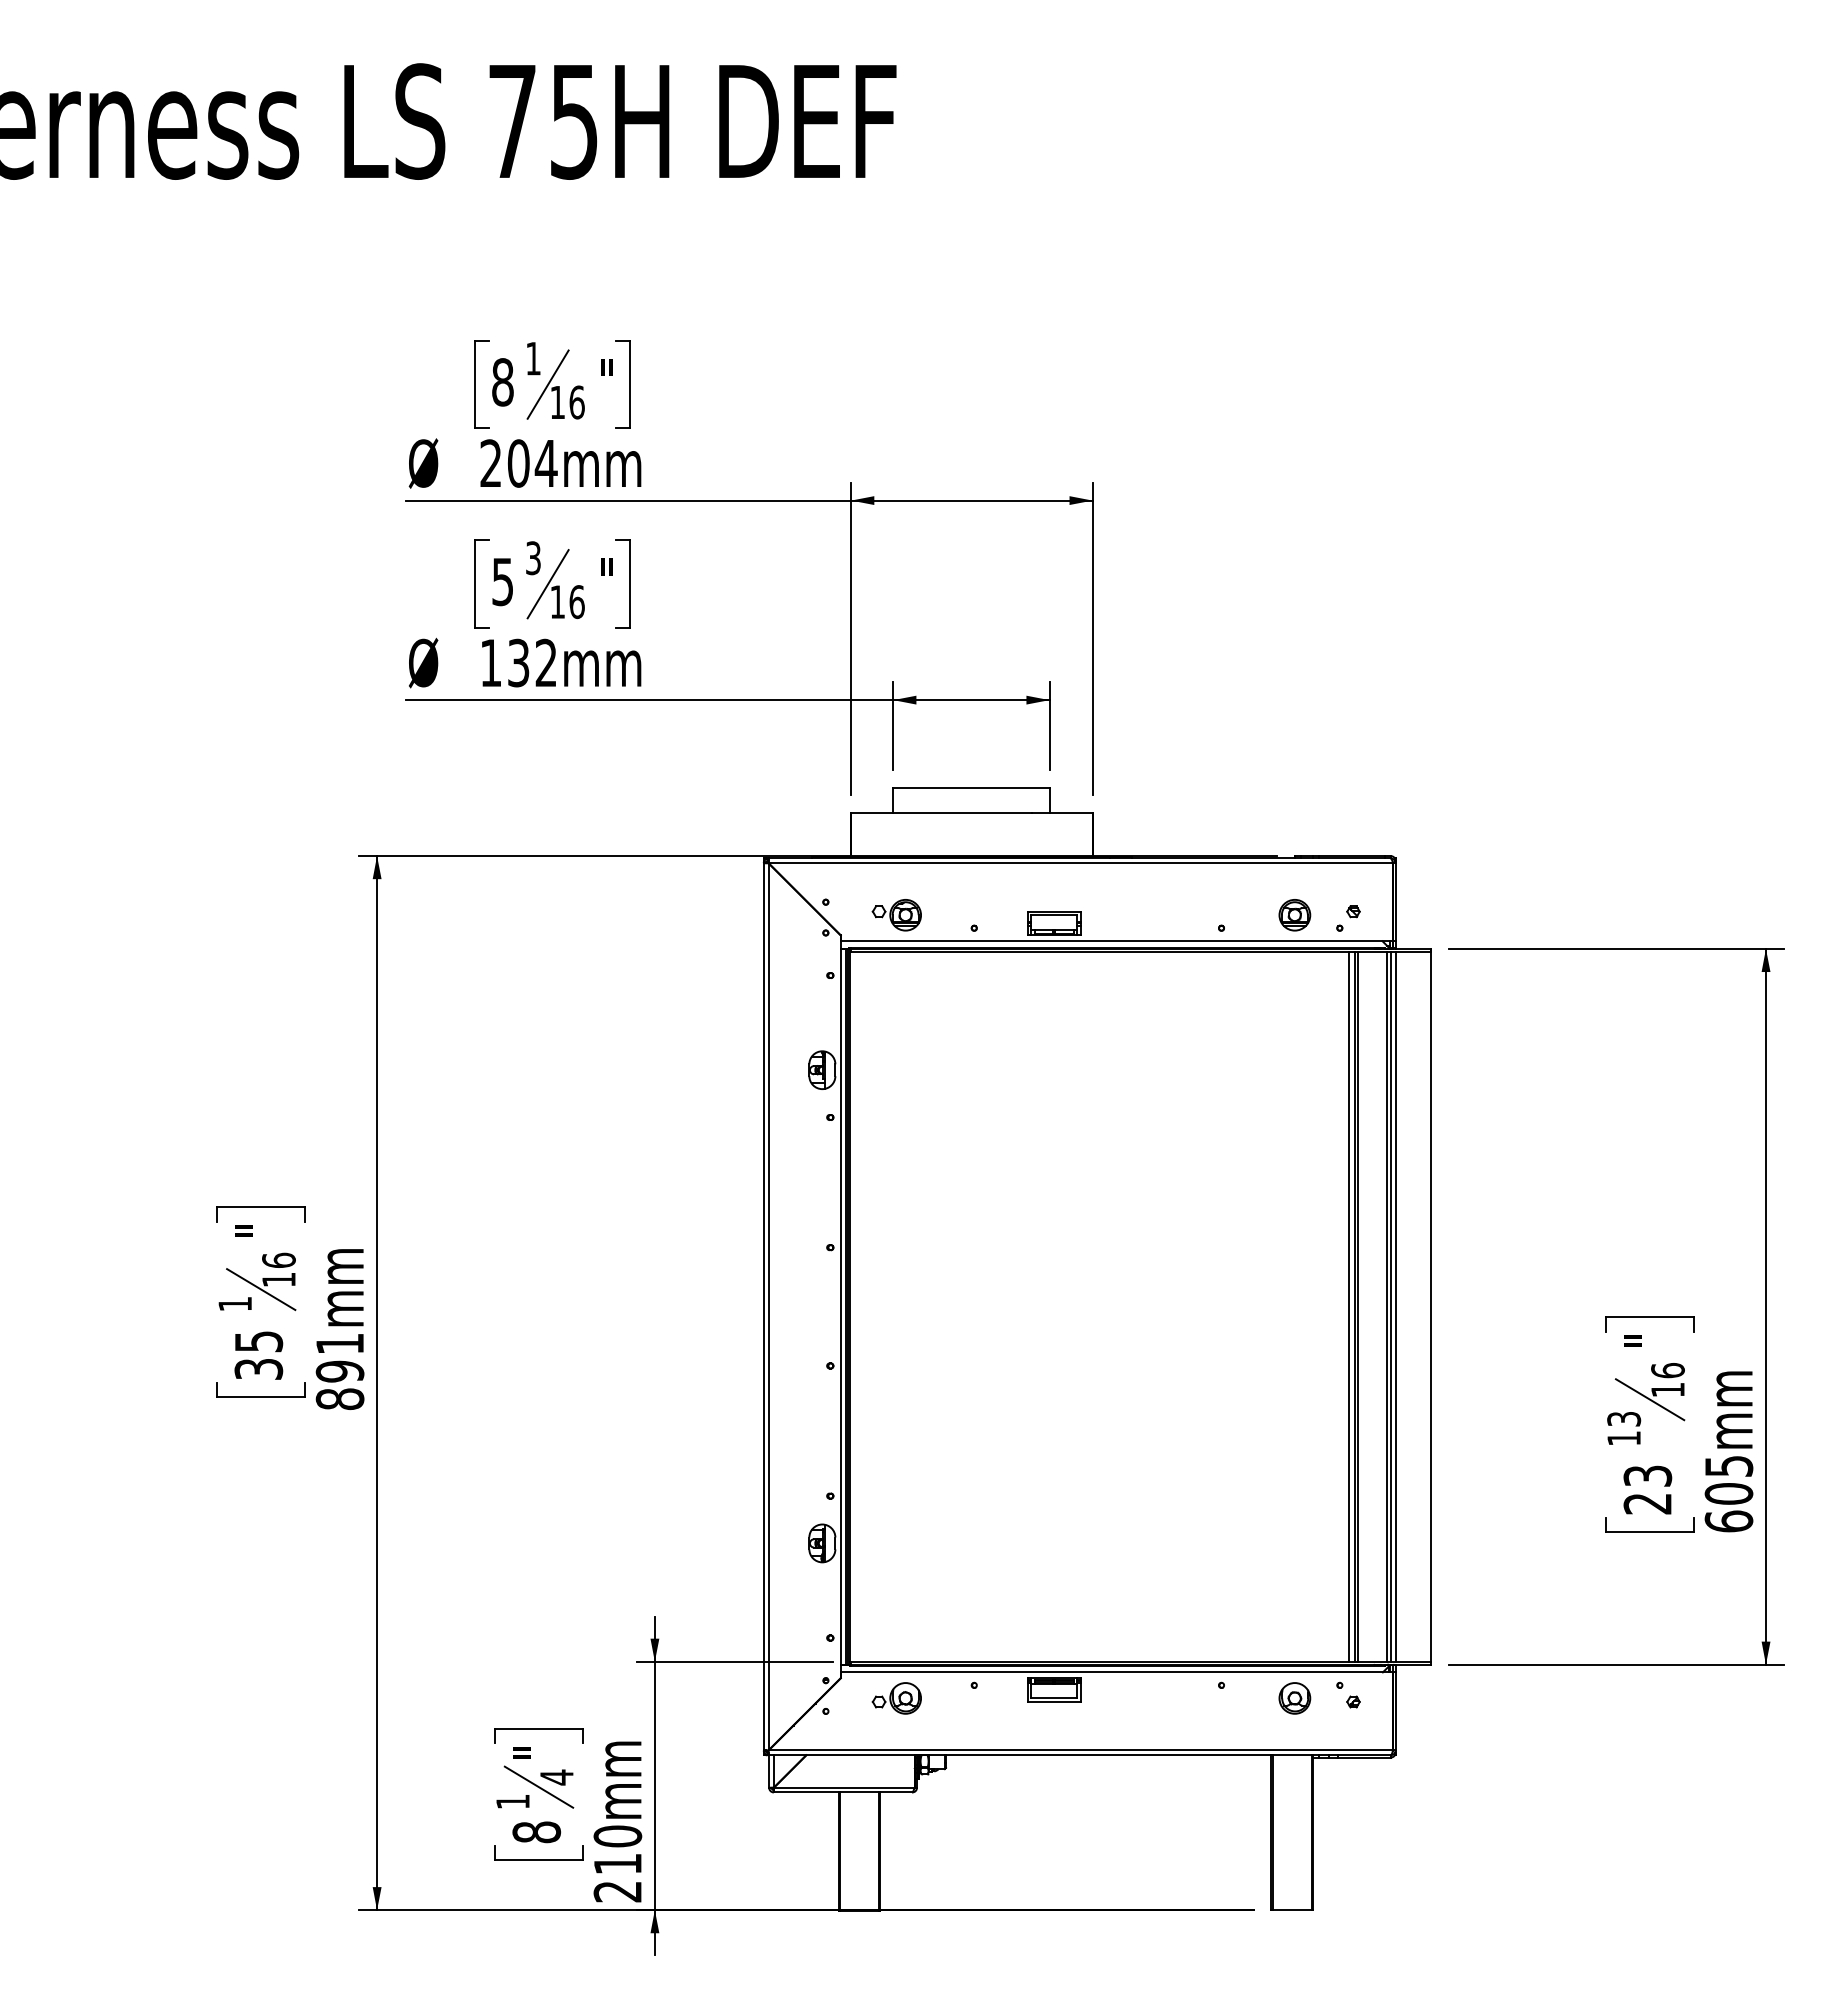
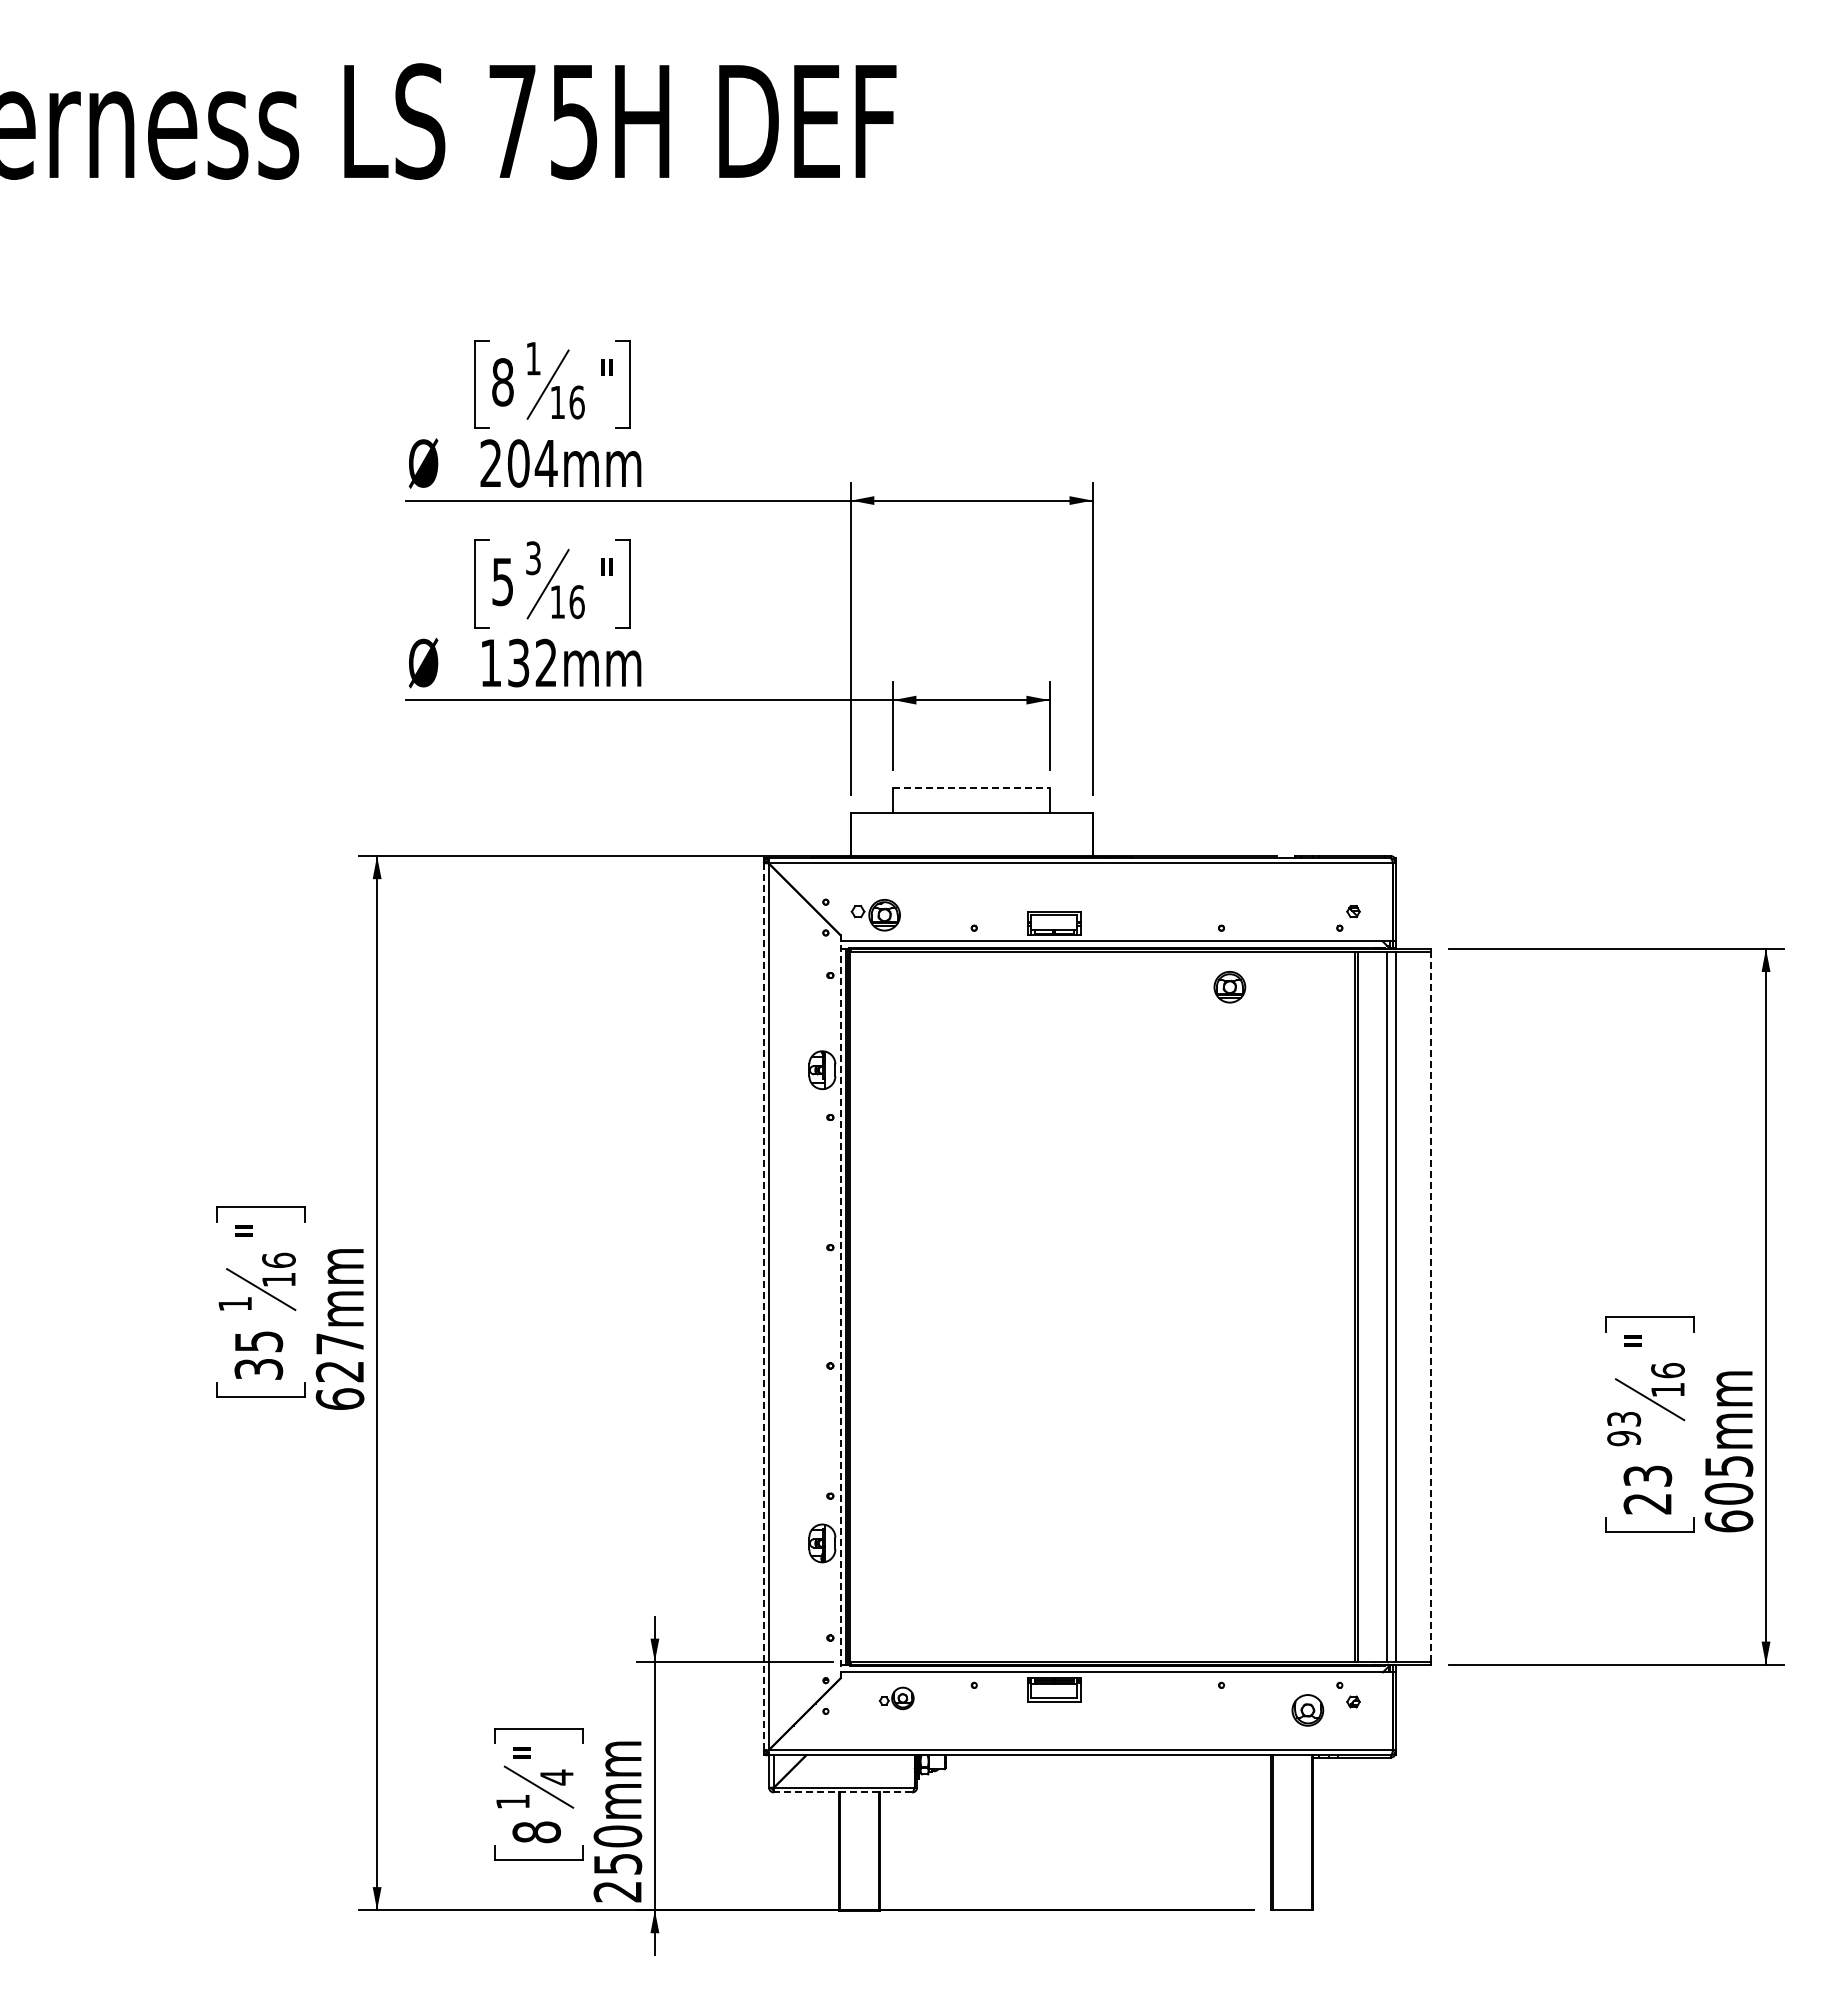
line at (971, 788): solid -> dashed
part at (896, 915) position: (896, 915) -> (875, 915)
part at (1294, 915) position: (1294, 915) -> (1229, 987)
line at (1431, 1304): solid -> dashed
line at (763, 1306): solid -> dashed
line at (840, 1306): solid -> dashed
line at (1348, 1306): present -> none
line at (1390, 1306): present -> none
text at (339, 1371): 891mm -> 627mm
text at (1624, 1438): 13 -> 93
part at (896, 1698) size: 51x33 px -> 37x25 px
part at (1294, 1698) position: (1294, 1698) -> (1307, 1710)
line at (842, 1792): solid -> dashed
text at (618, 1864): 210mm -> 250mm
